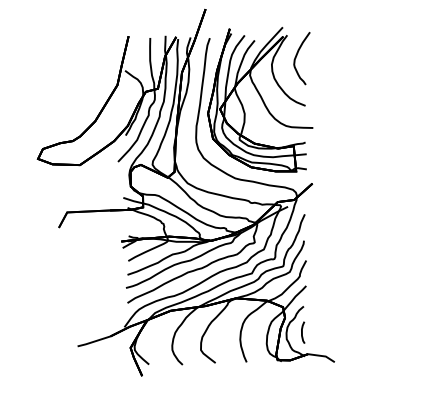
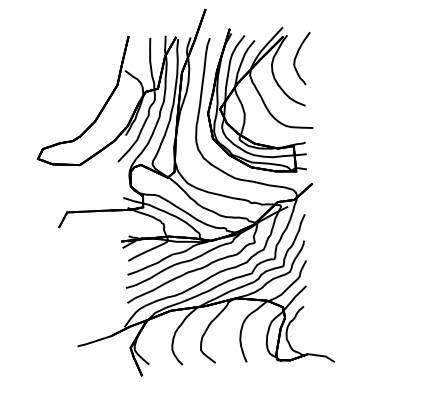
curve at (302, 332): present -> none
